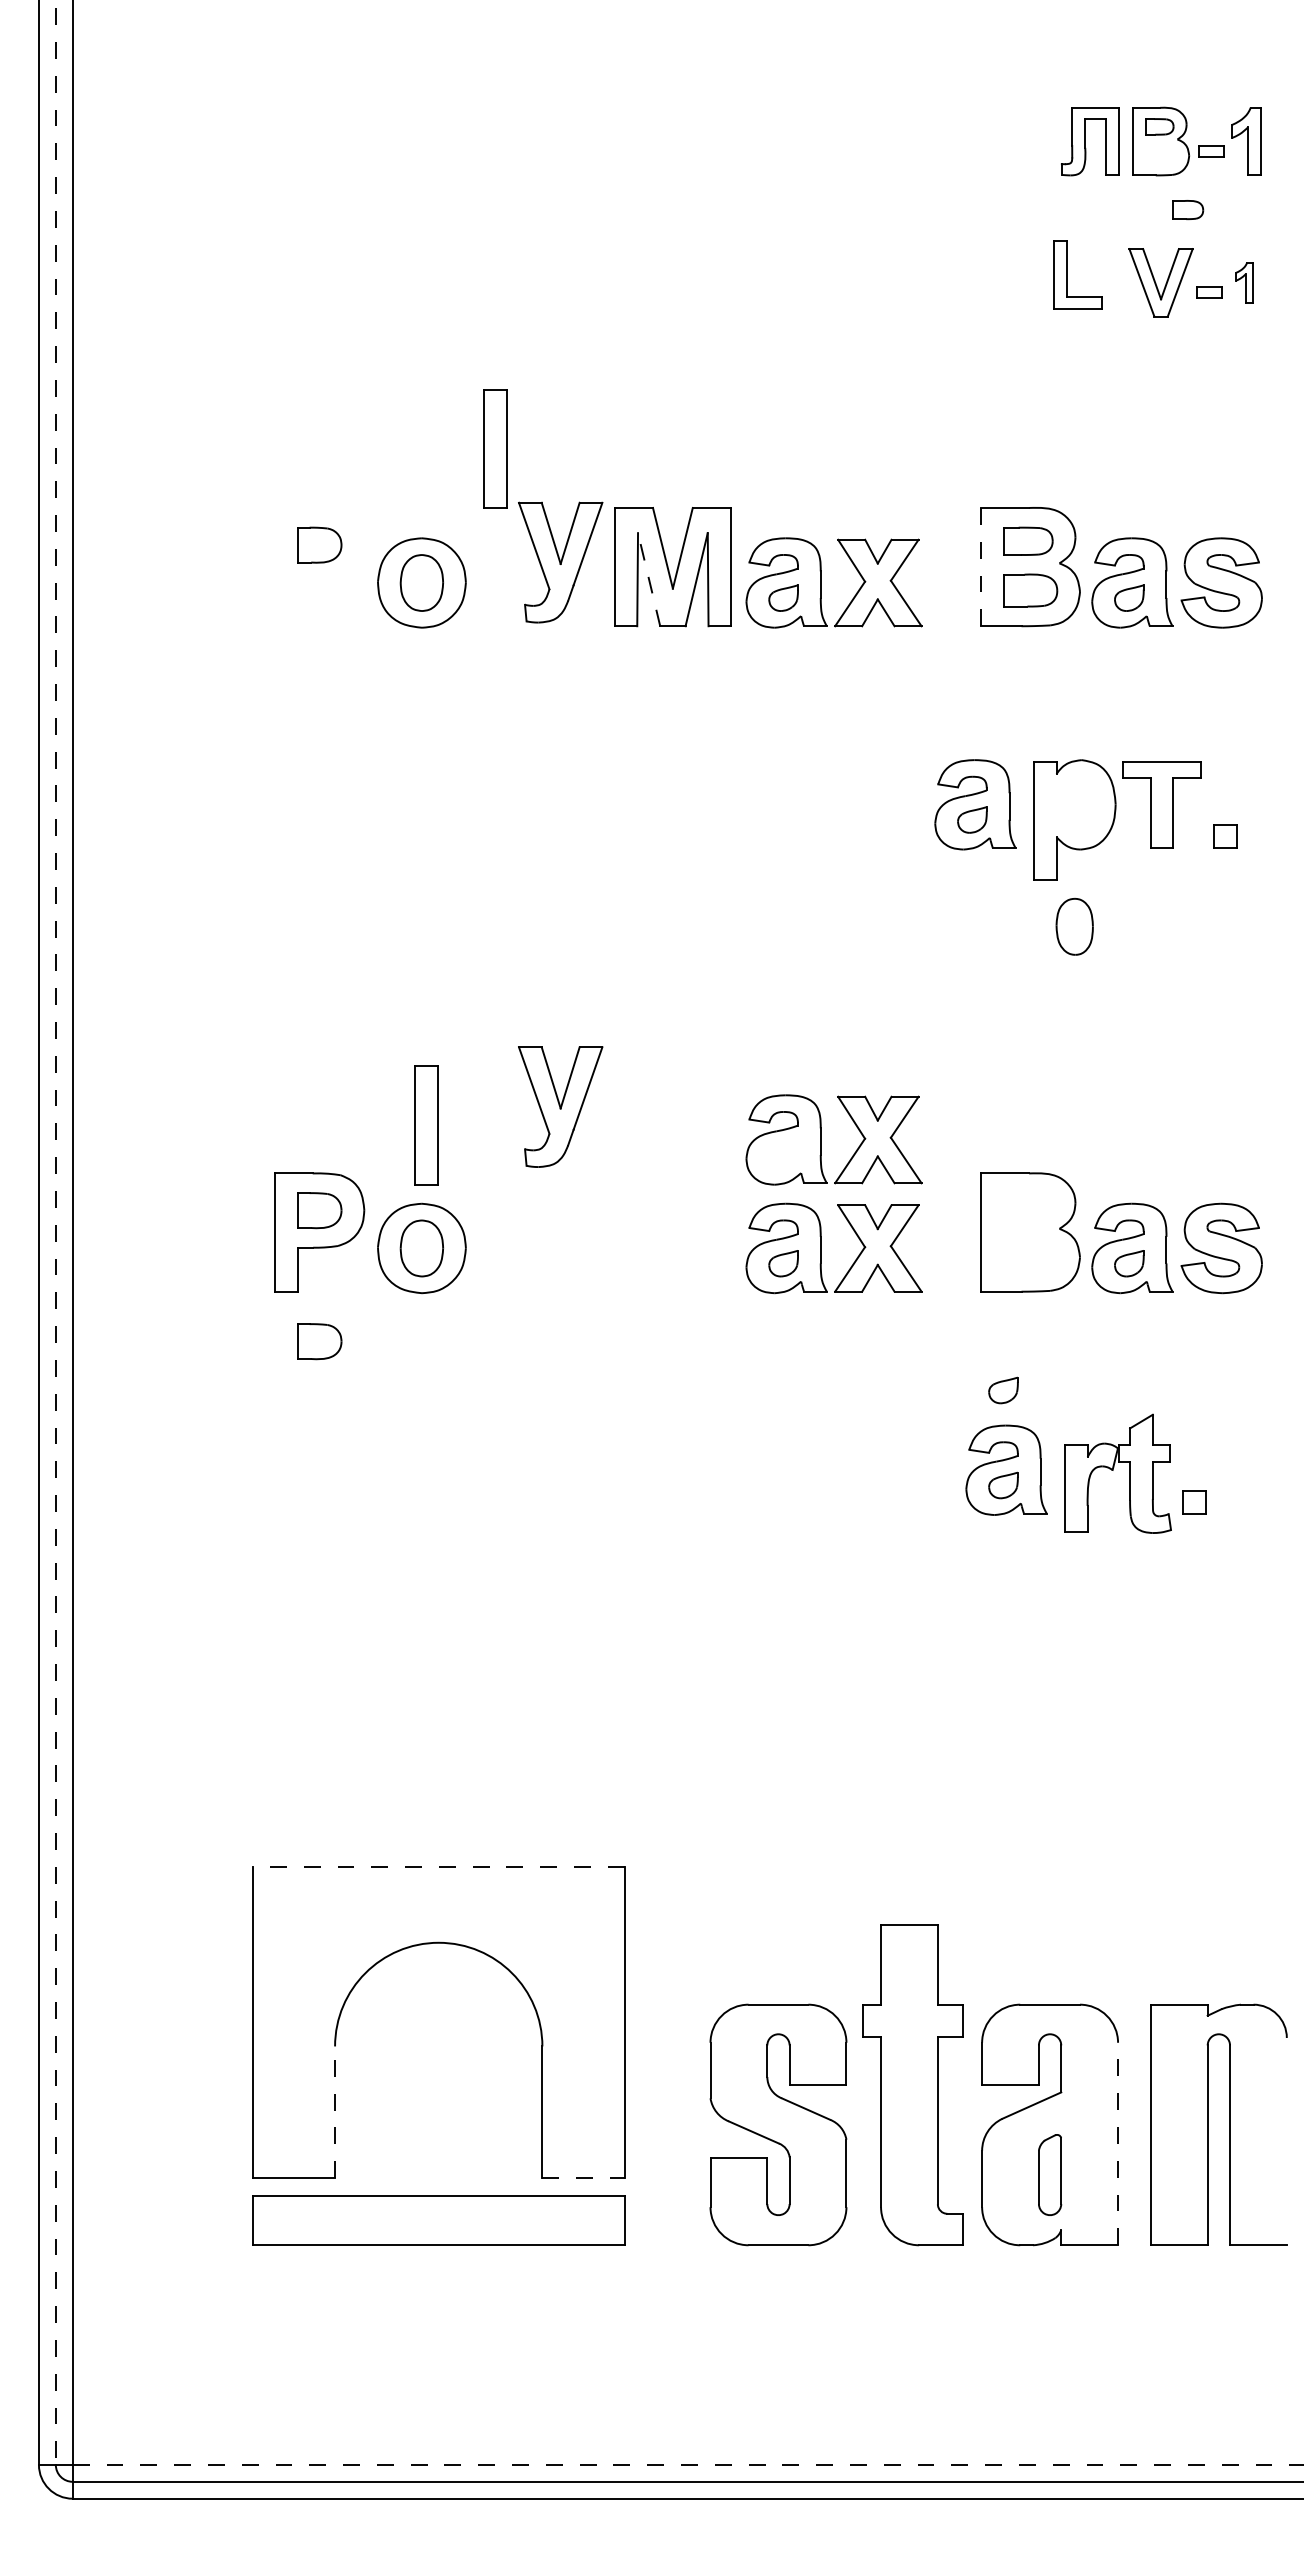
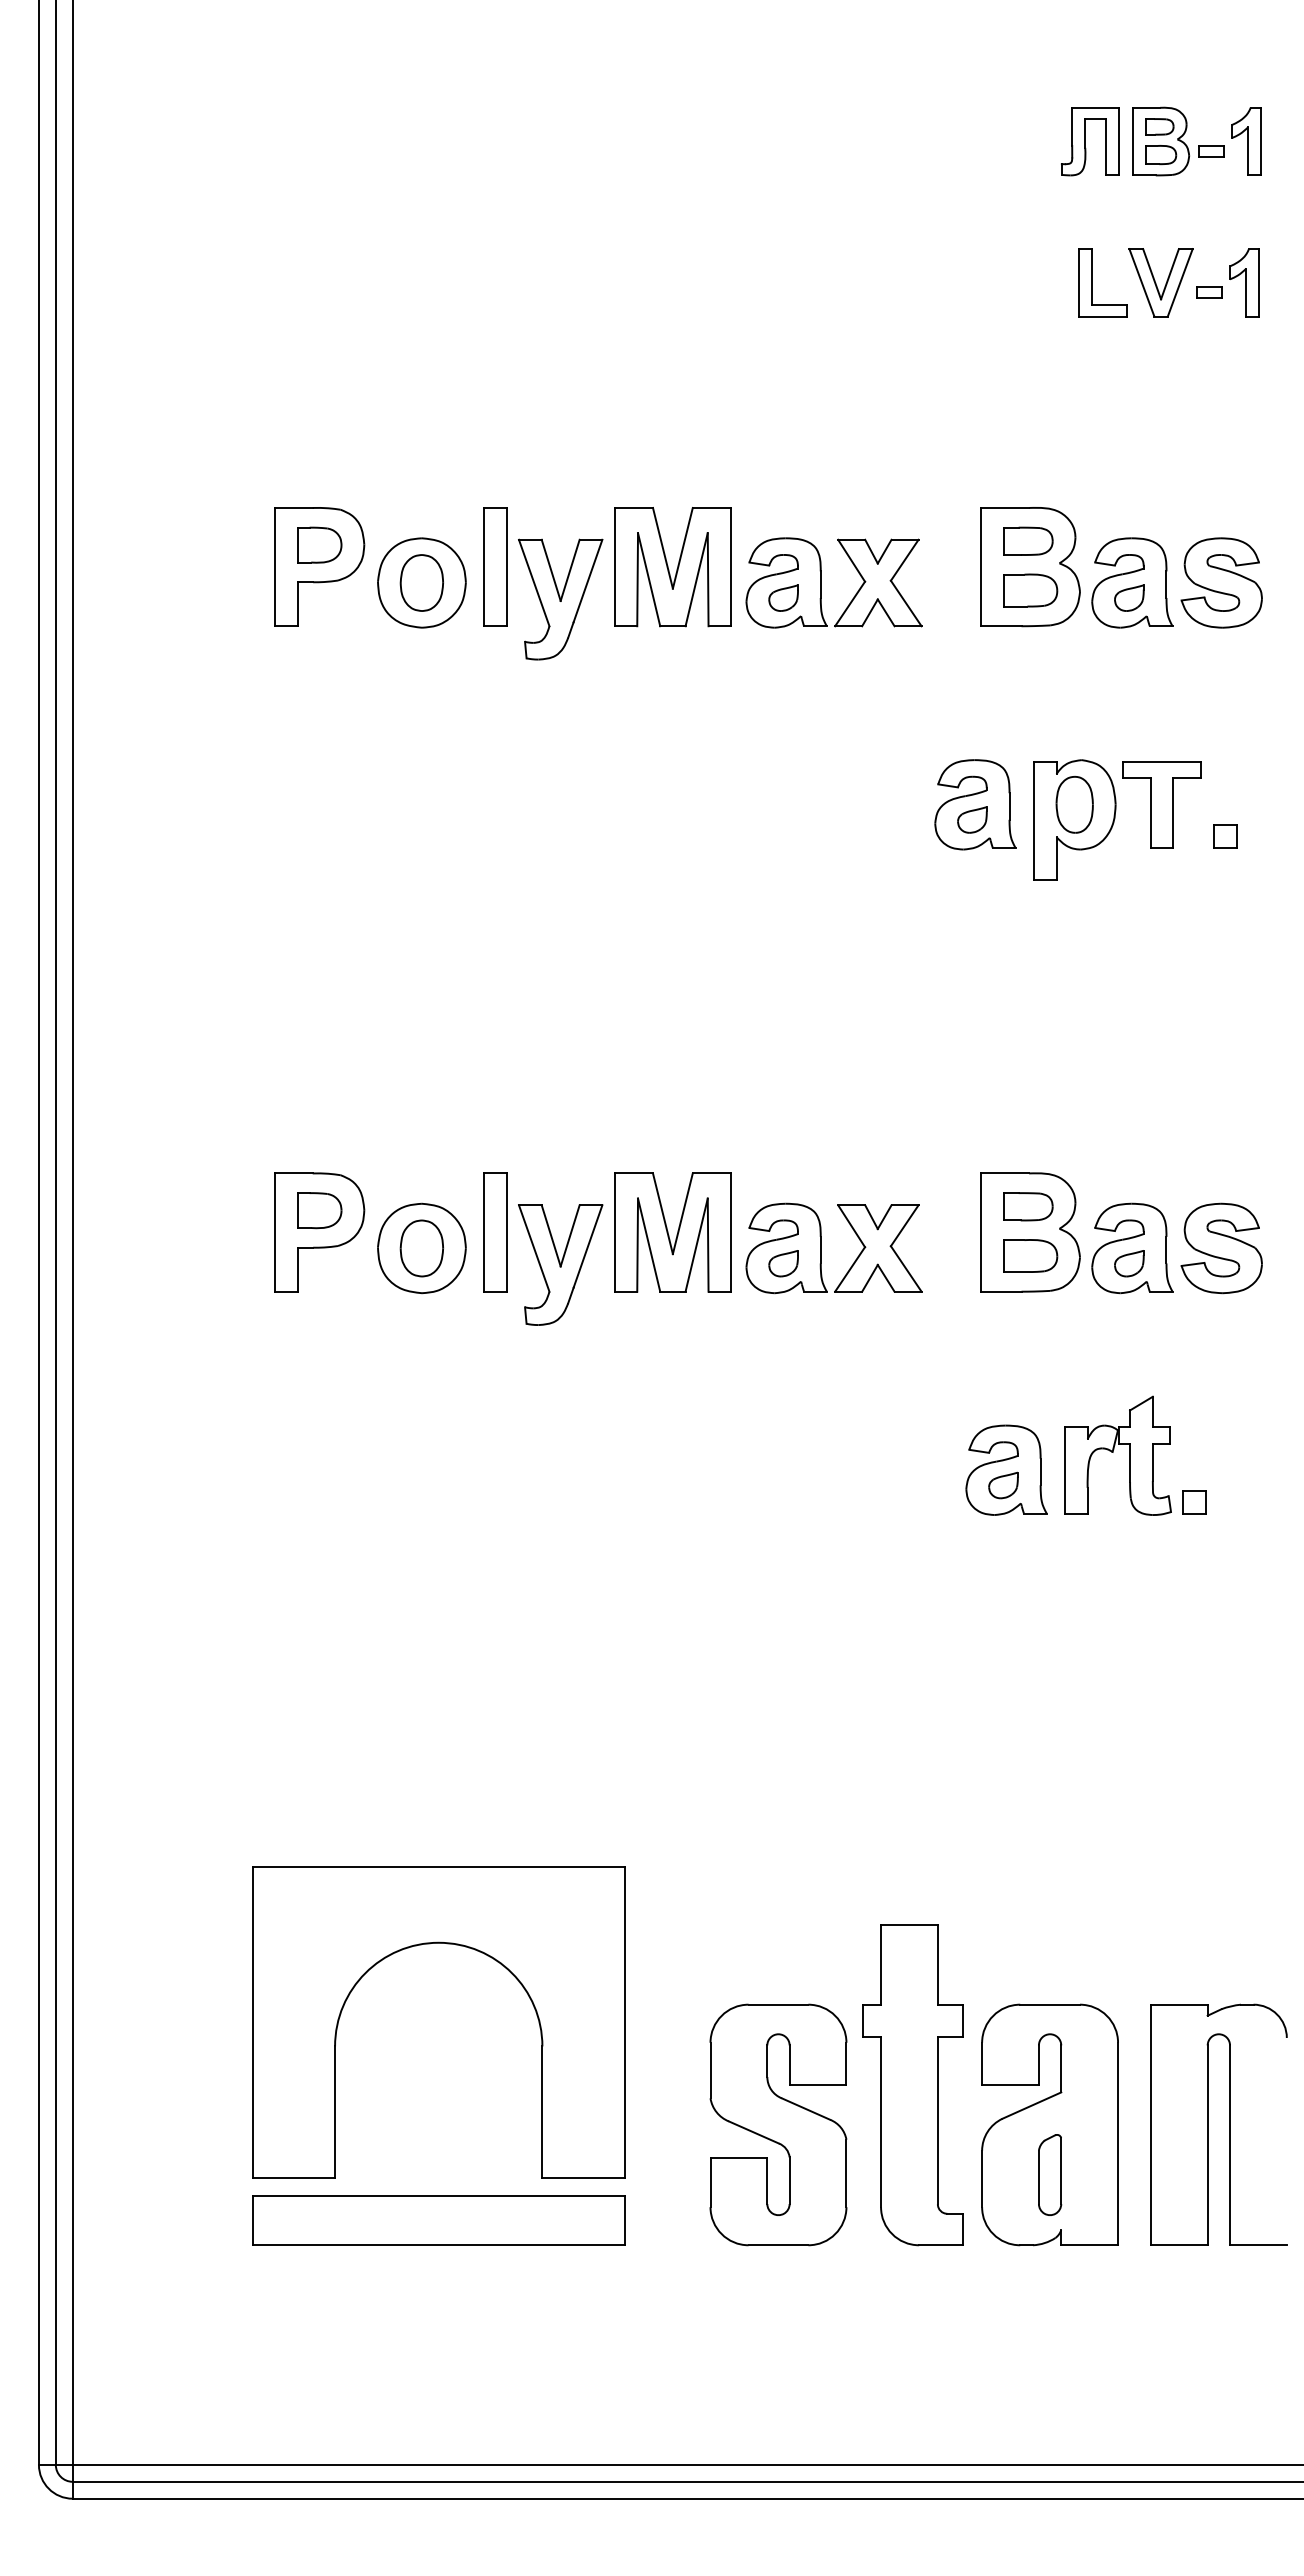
part at (1188, 210) position: (1188, 210) -> (1161, 155)
part at (1067, 274) position: (1067, 274) -> (1092, 282)
part at (1244, 282) size: 19x42 px -> 31x70 px
part at (495, 448) position: (495, 448) -> (495, 566)
part at (560, 562) position: (560, 562) -> (560, 599)
part at (319, 566): none -> present
line at (981, 566): dashed -> solid
line at (649, 579): dashed -> solid
part at (1074, 926) position: (1074, 926) -> (1074, 804)
part at (560, 1106) position: (560, 1106) -> (560, 1264)
part at (426, 1125) position: (426, 1125) -> (495, 1232)
part at (821, 1139): present -> none
part at (1028, 1206): none -> present
part at (672, 1232): none -> present
line at (55, 1233): dashed -> solid
part at (1030, 1255): none -> present
part at (319, 1341): present -> none
part at (1003, 1390): present -> none
part at (1117, 1473) position: (1117, 1473) -> (1117, 1455)
line at (438, 1866): dashed -> solid
line at (335, 2112): dashed -> solid
line at (1118, 2143): dashed -> solid
line at (584, 2178): dashed -> solid
line at (688, 2464): dashed -> solid
